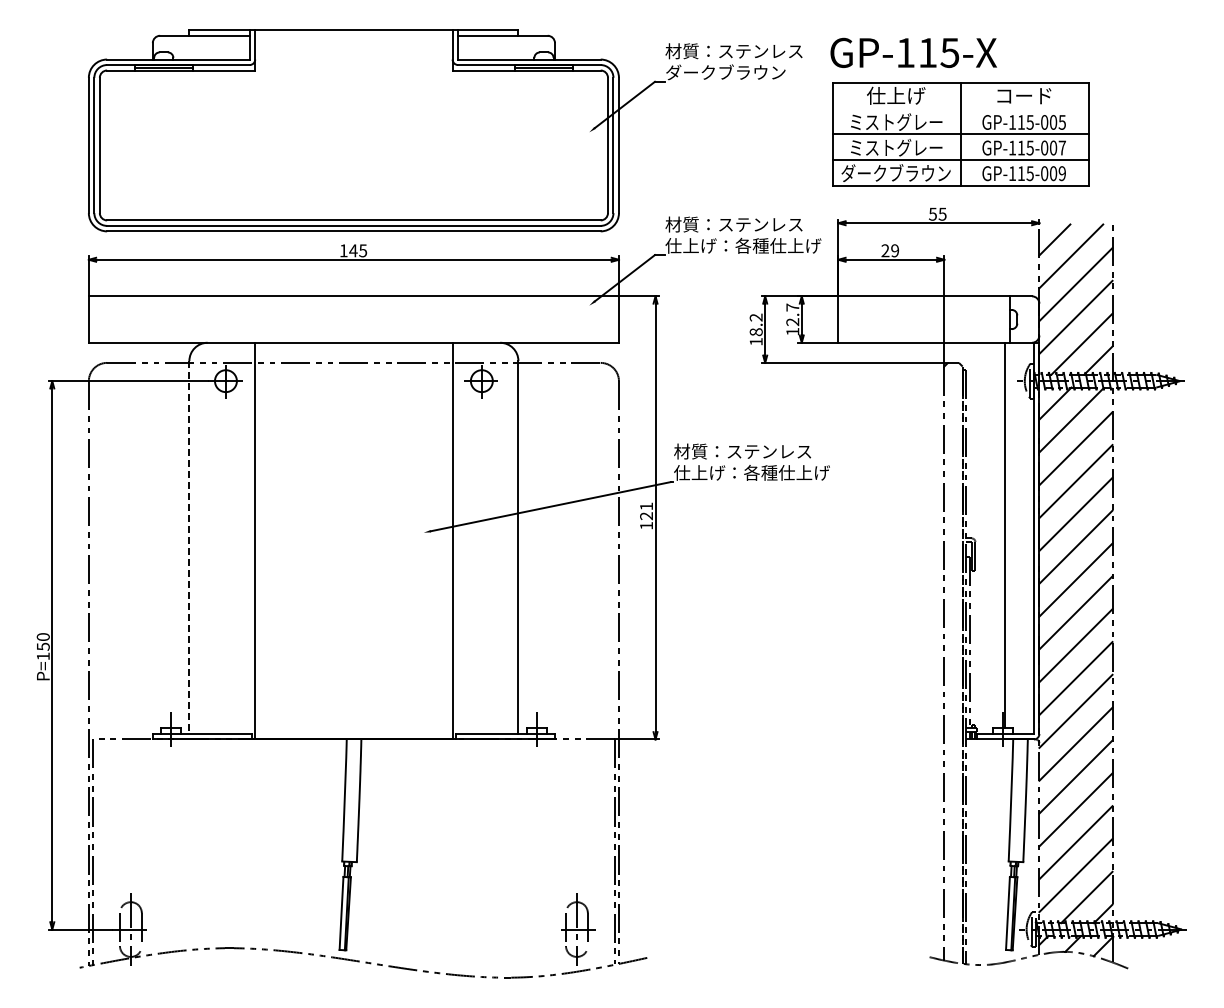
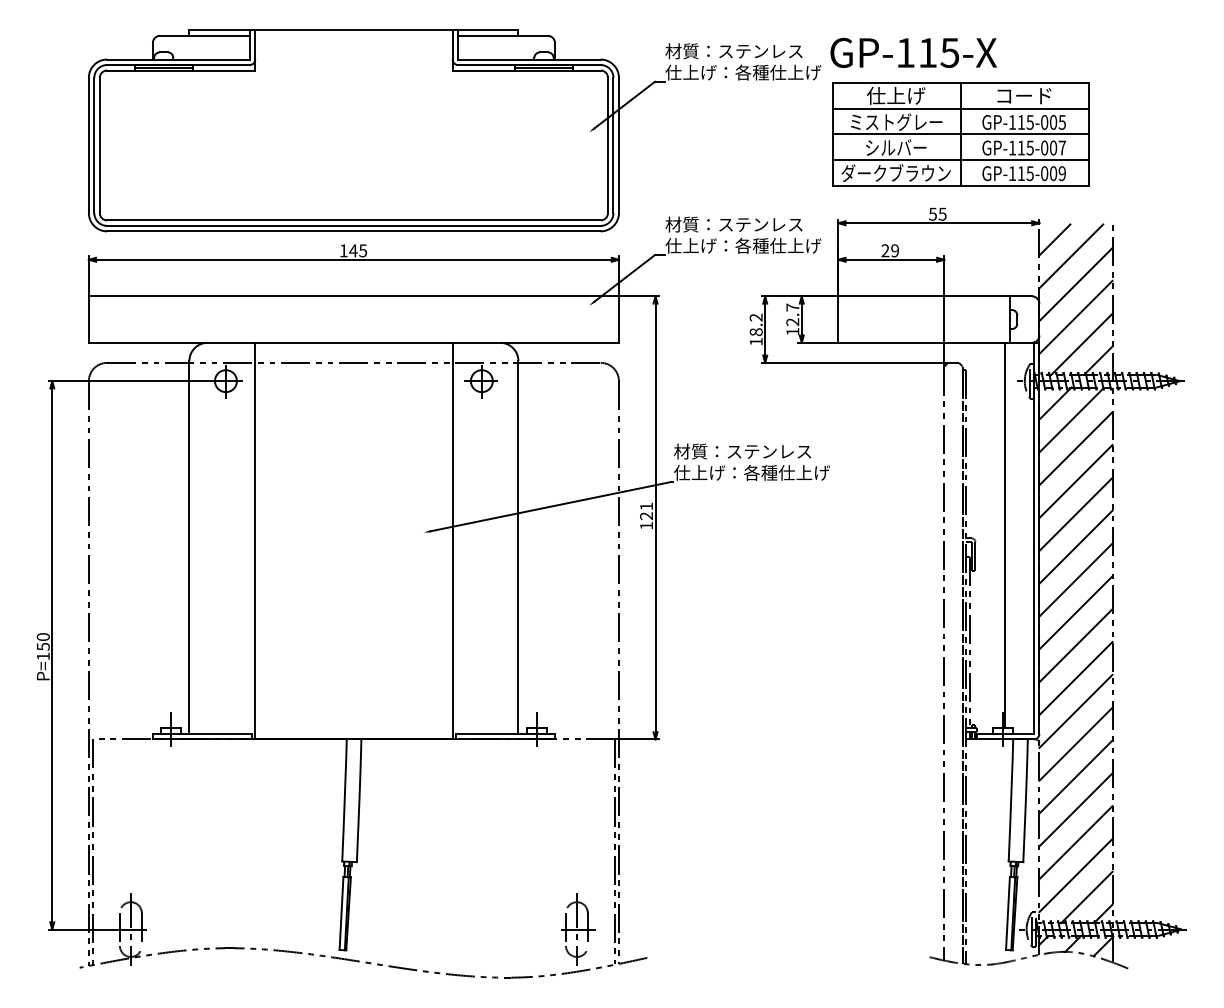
text at (743, 72): ダークブラウン -> 仕上げ：各種仕上げ
line at (960, 108): none -> present
text at (896, 147): ミストグレー -> シルバー
line at (189, 548): dashed -> solid
